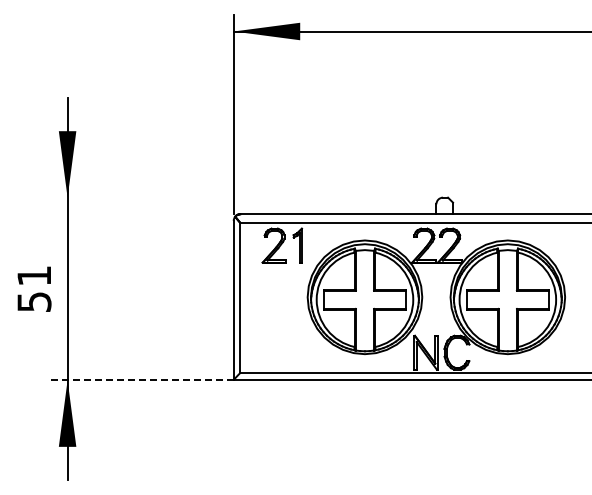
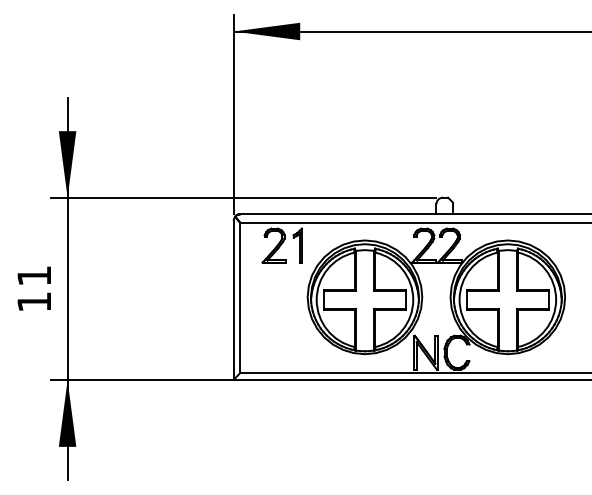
line at (243, 197): none -> present
text at (34, 301): 51 -> 11
line at (141, 380): dashed -> solid
